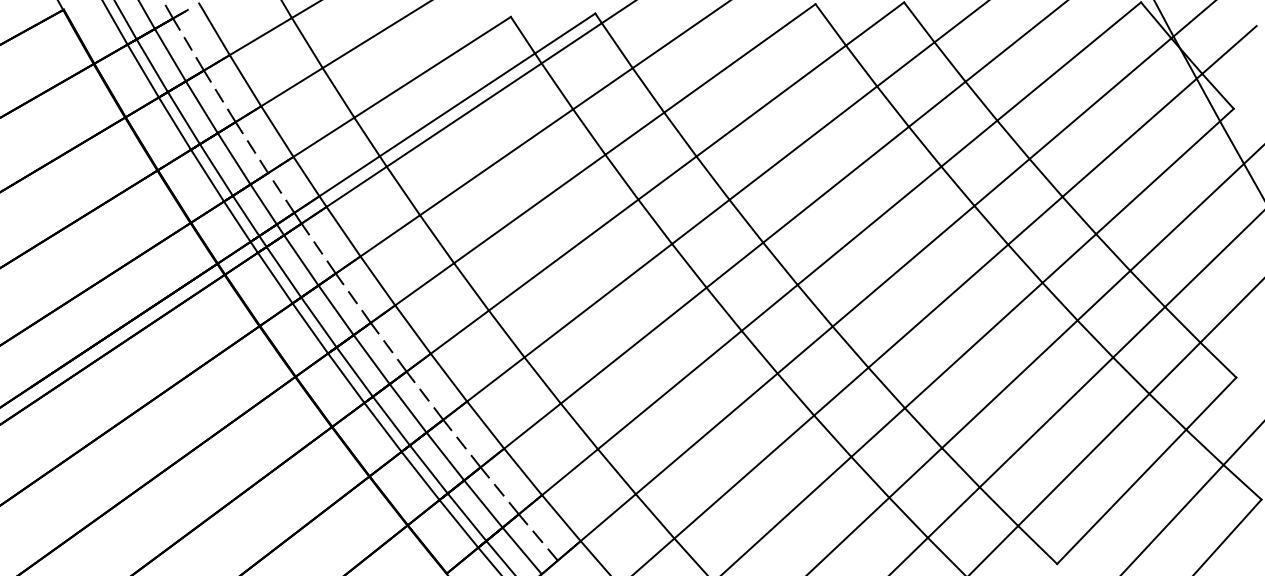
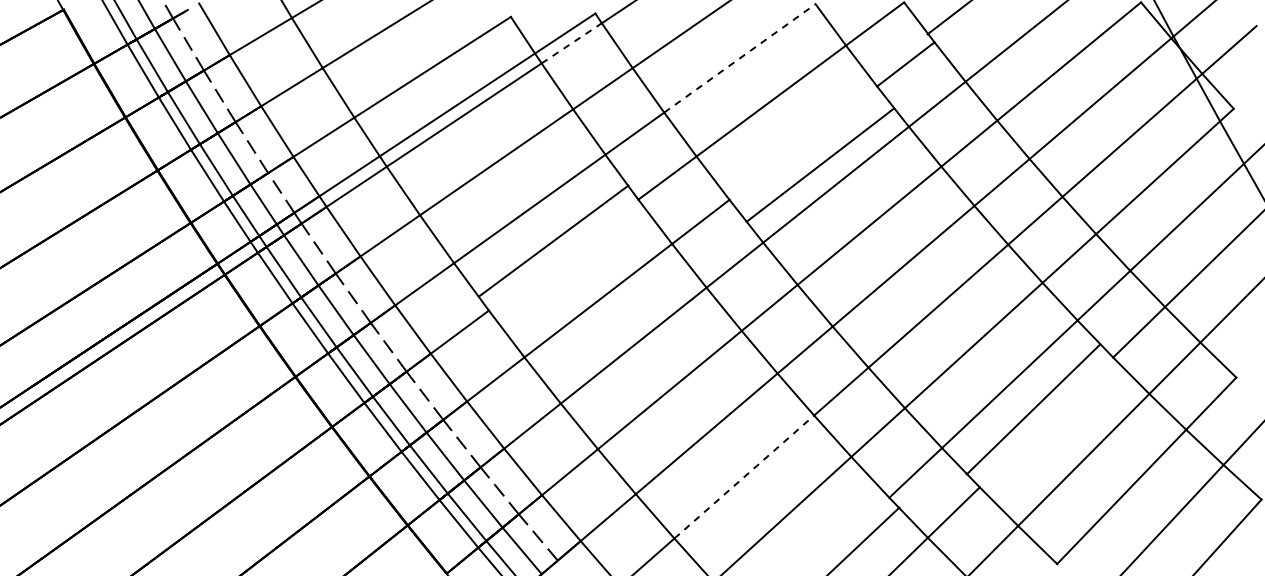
line at (960, 22) position: (960, 22) -> (948, 18)
line at (572, 43): solid -> dashed
line at (740, 58): solid -> dashed
line at (803, 142) position: (803, 142) -> (820, 164)
line at (563, 254) position: (563, 254) -> (553, 240)
line at (1046, 422) position: (1046, 422) -> (1033, 409)
line at (744, 476): solid -> dashed
line at (849, 534) position: (849, 534) -> (864, 539)
